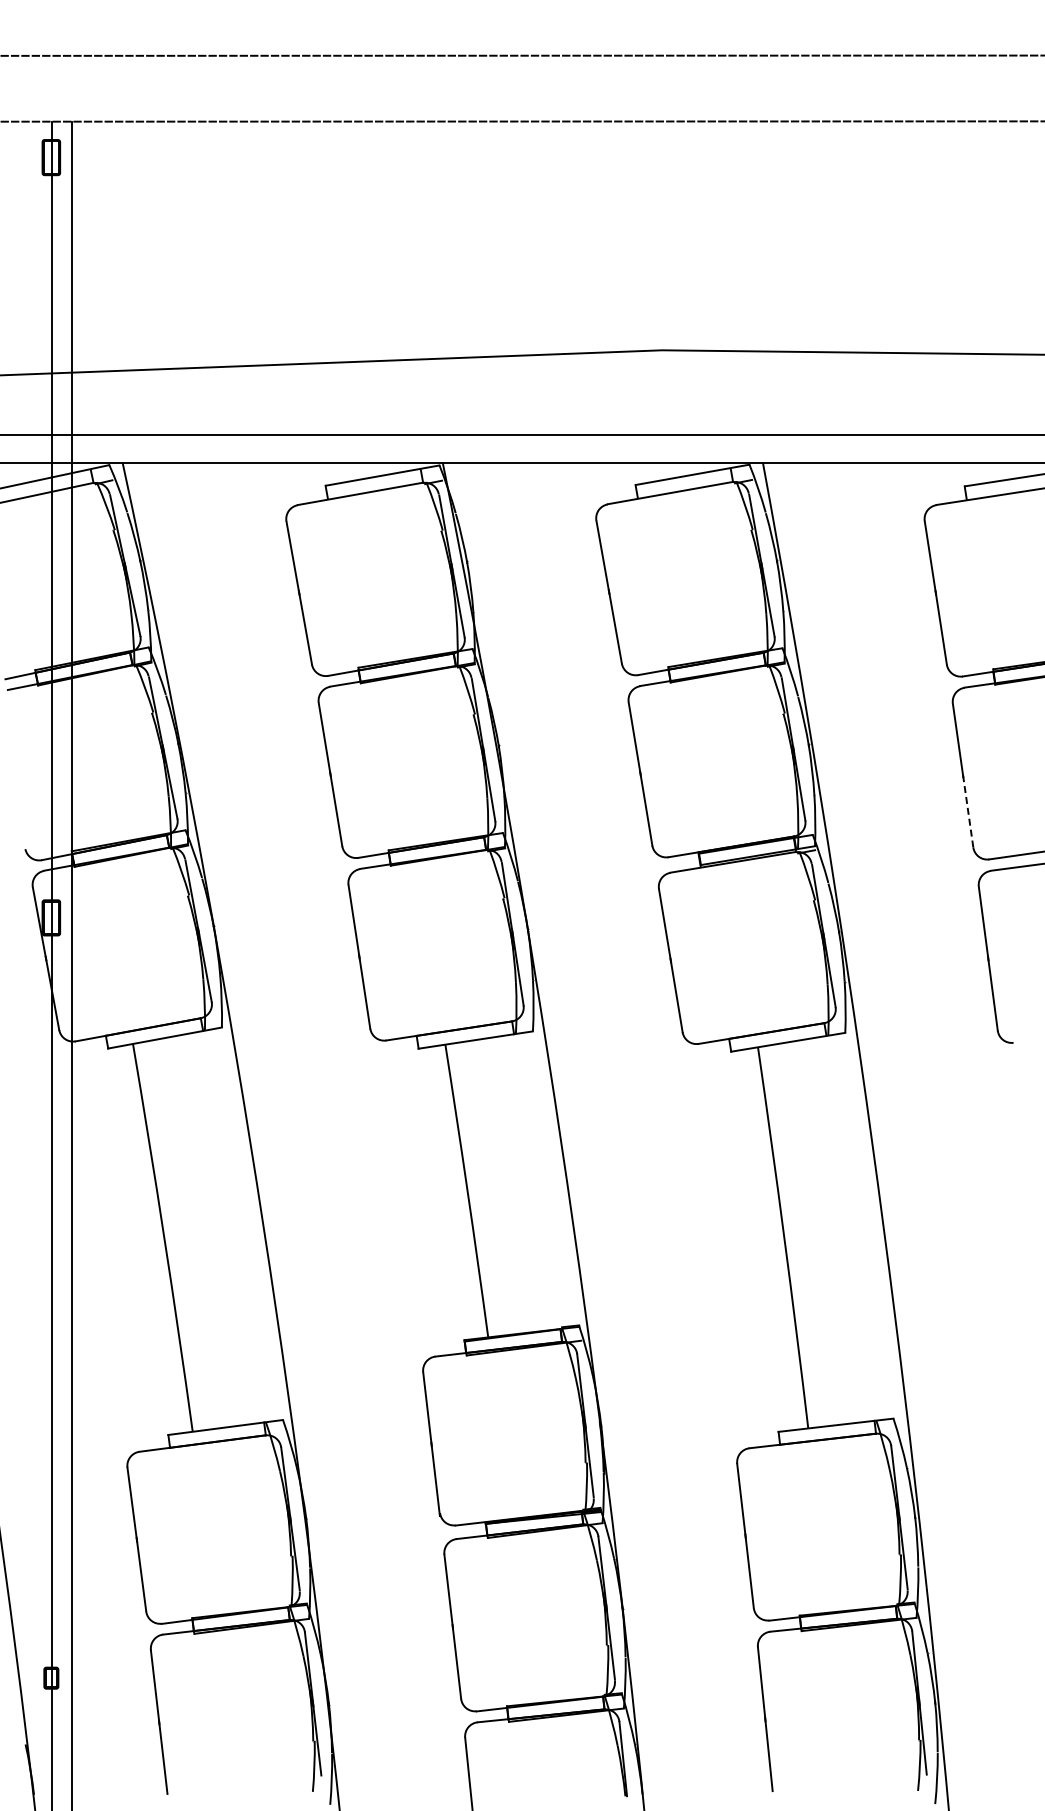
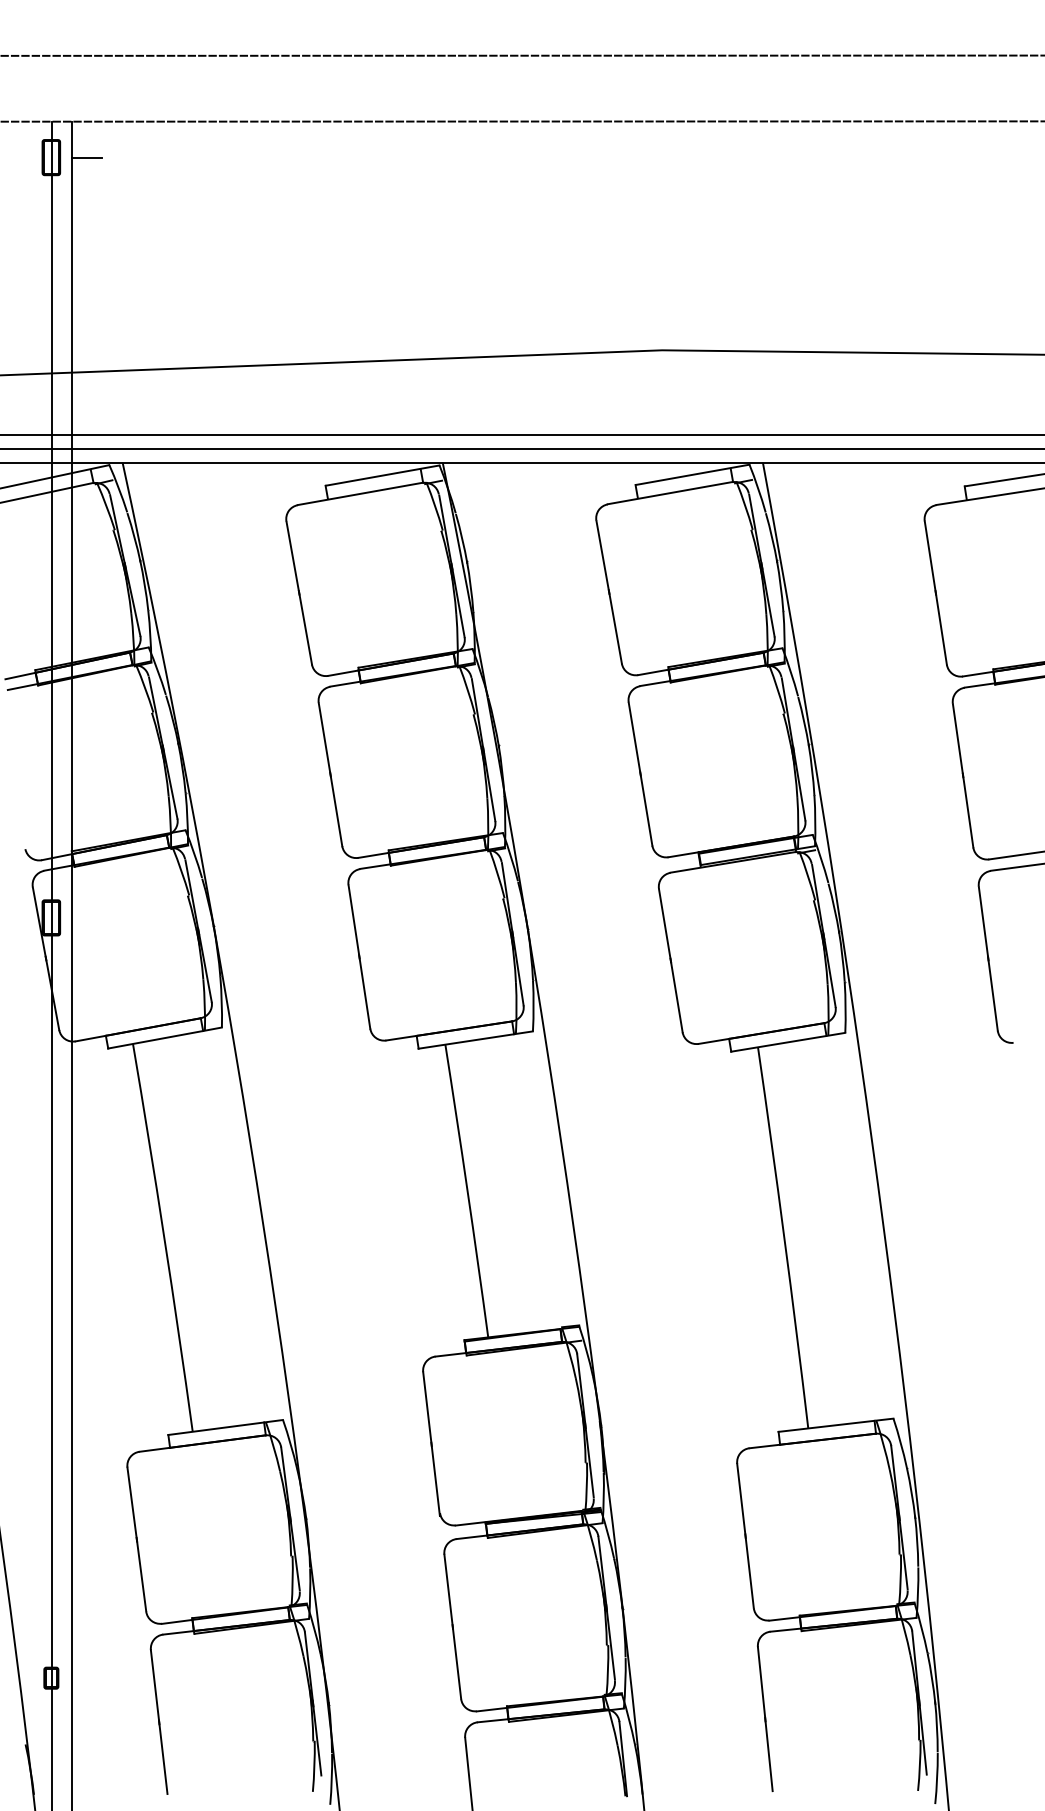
line at (87, 157): none -> present
line at (521, 448): none -> present
line at (968, 810): dashed -> solid
